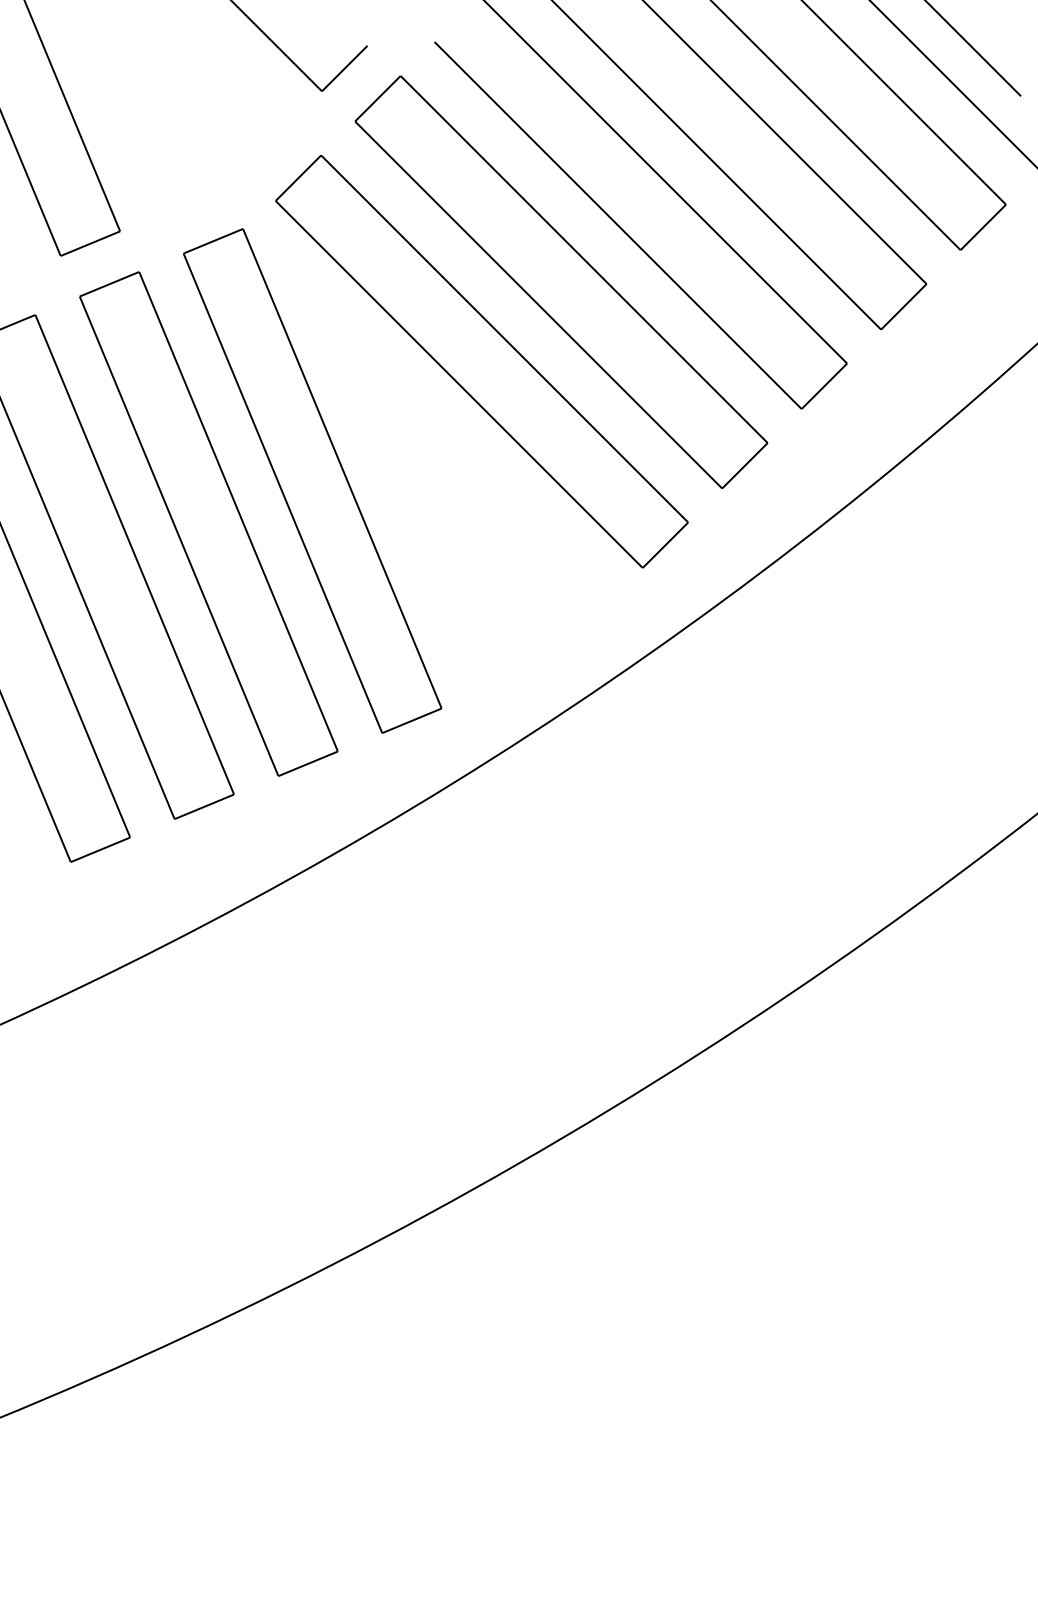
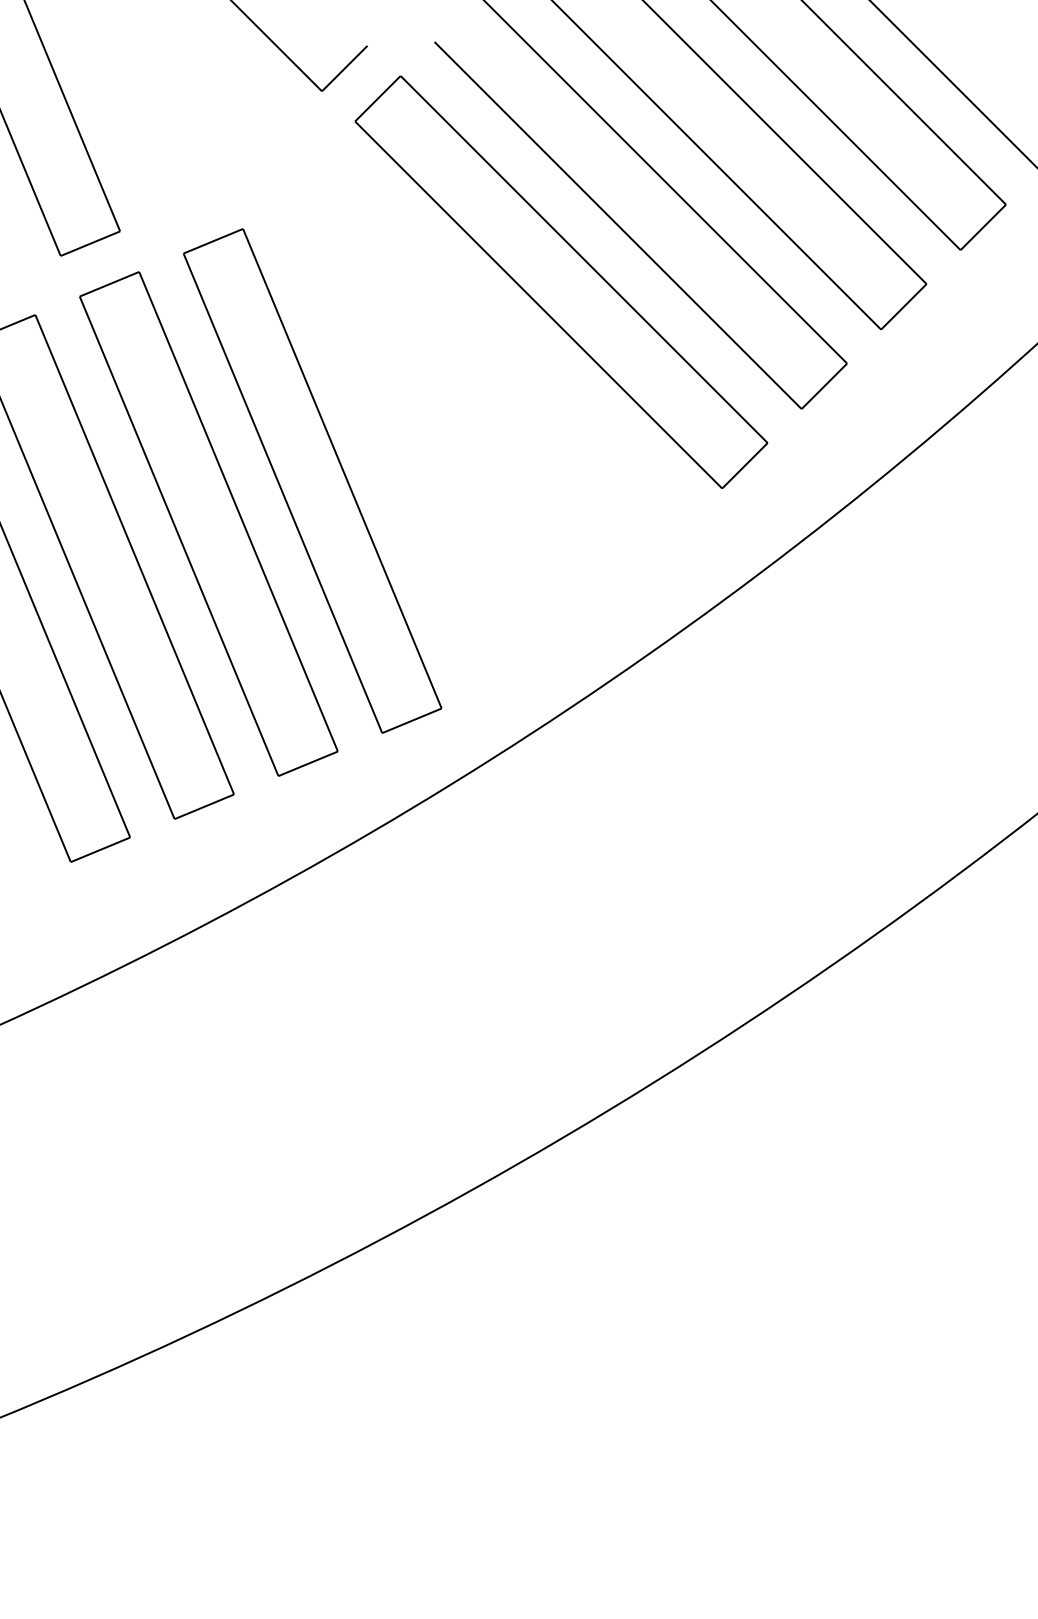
line at (973, 48): present -> none
part at (481, 361): present -> none
